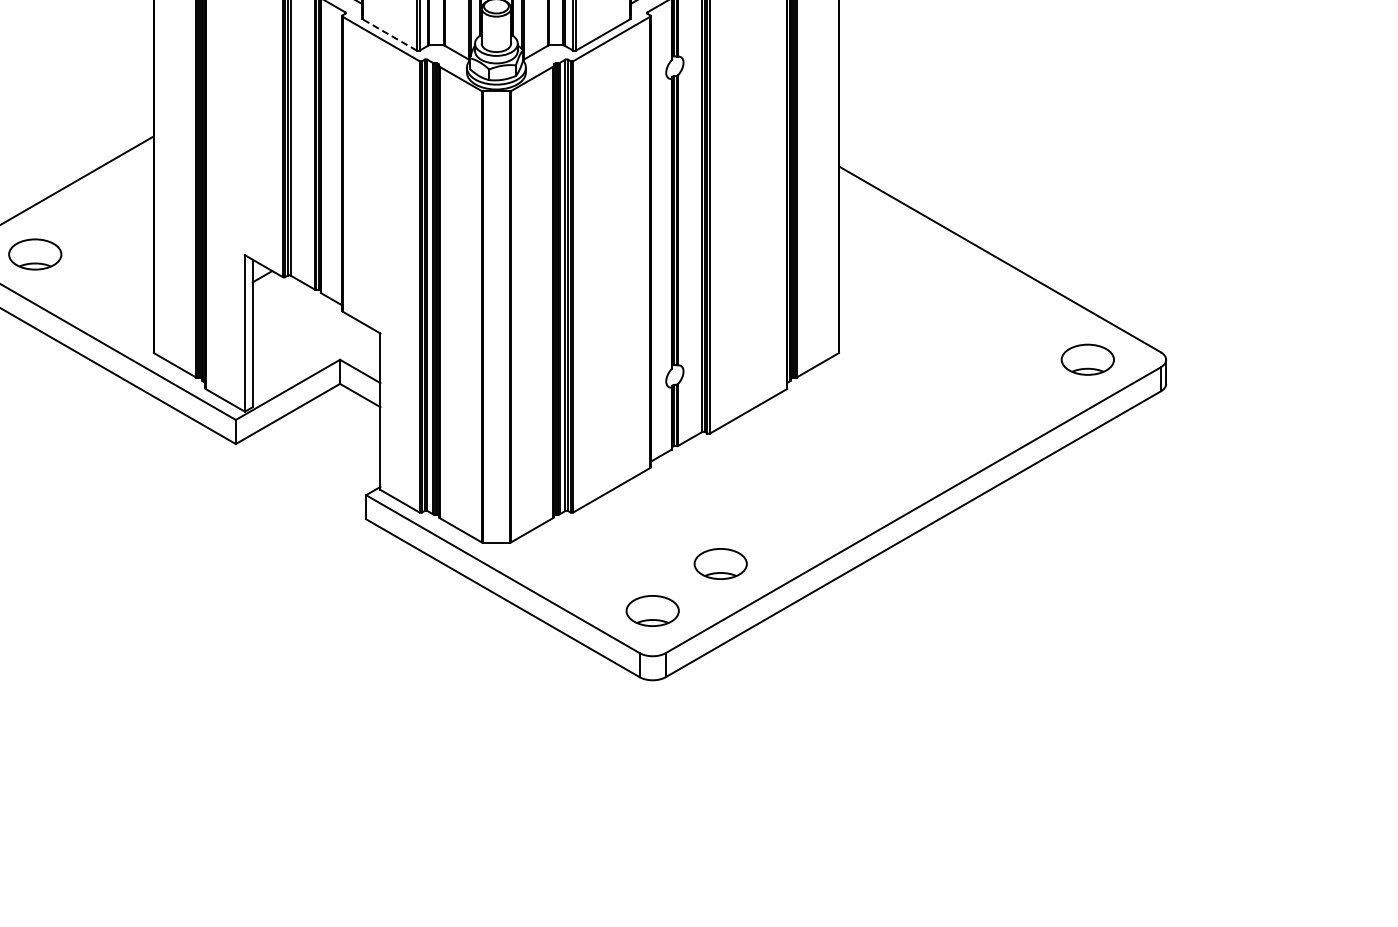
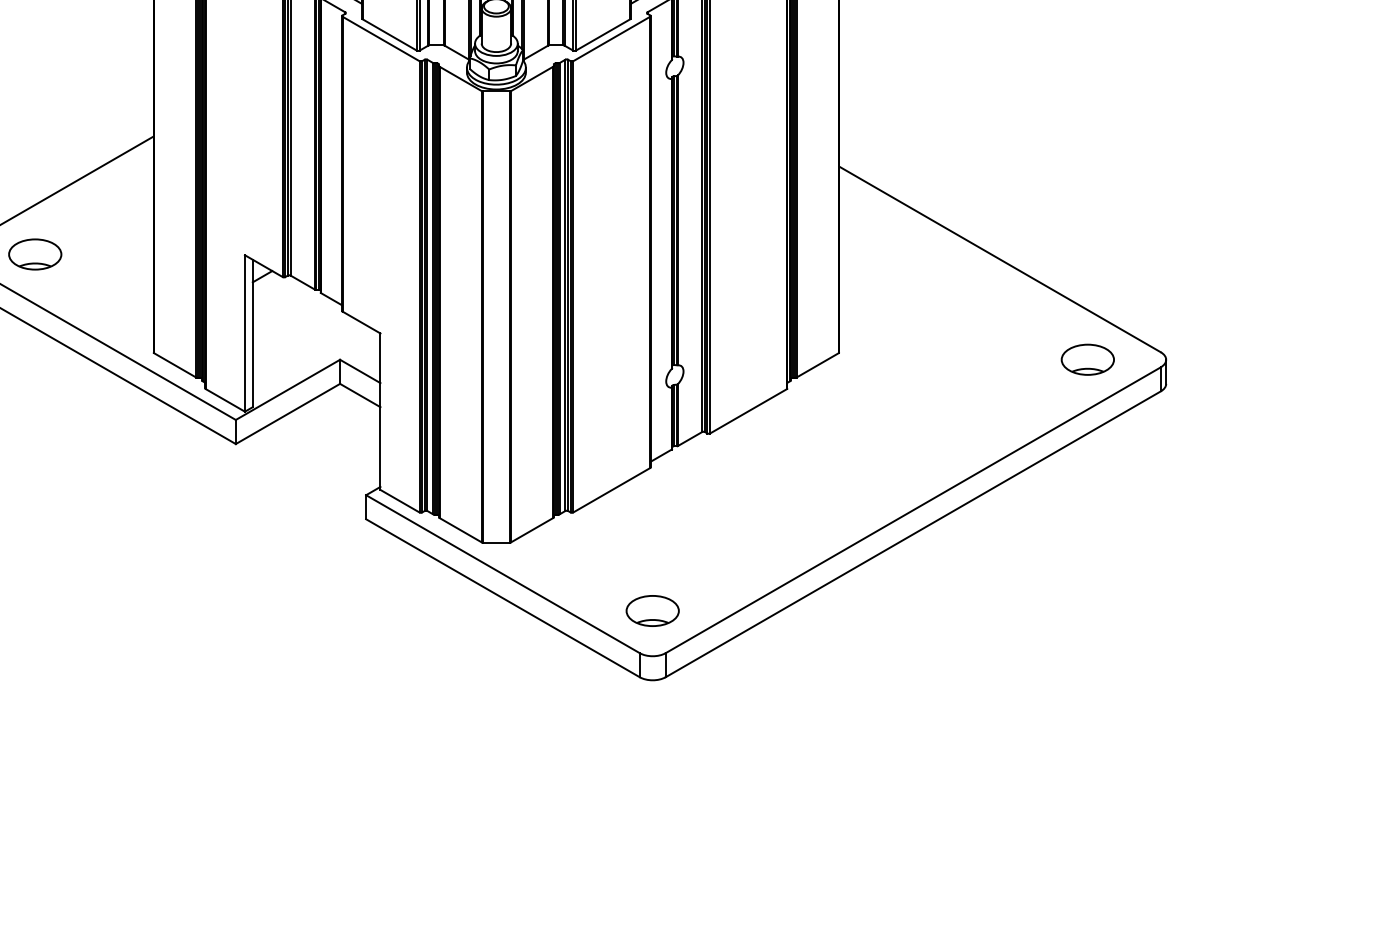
line at (389, 34): dashed -> solid
part at (720, 563): present -> none
